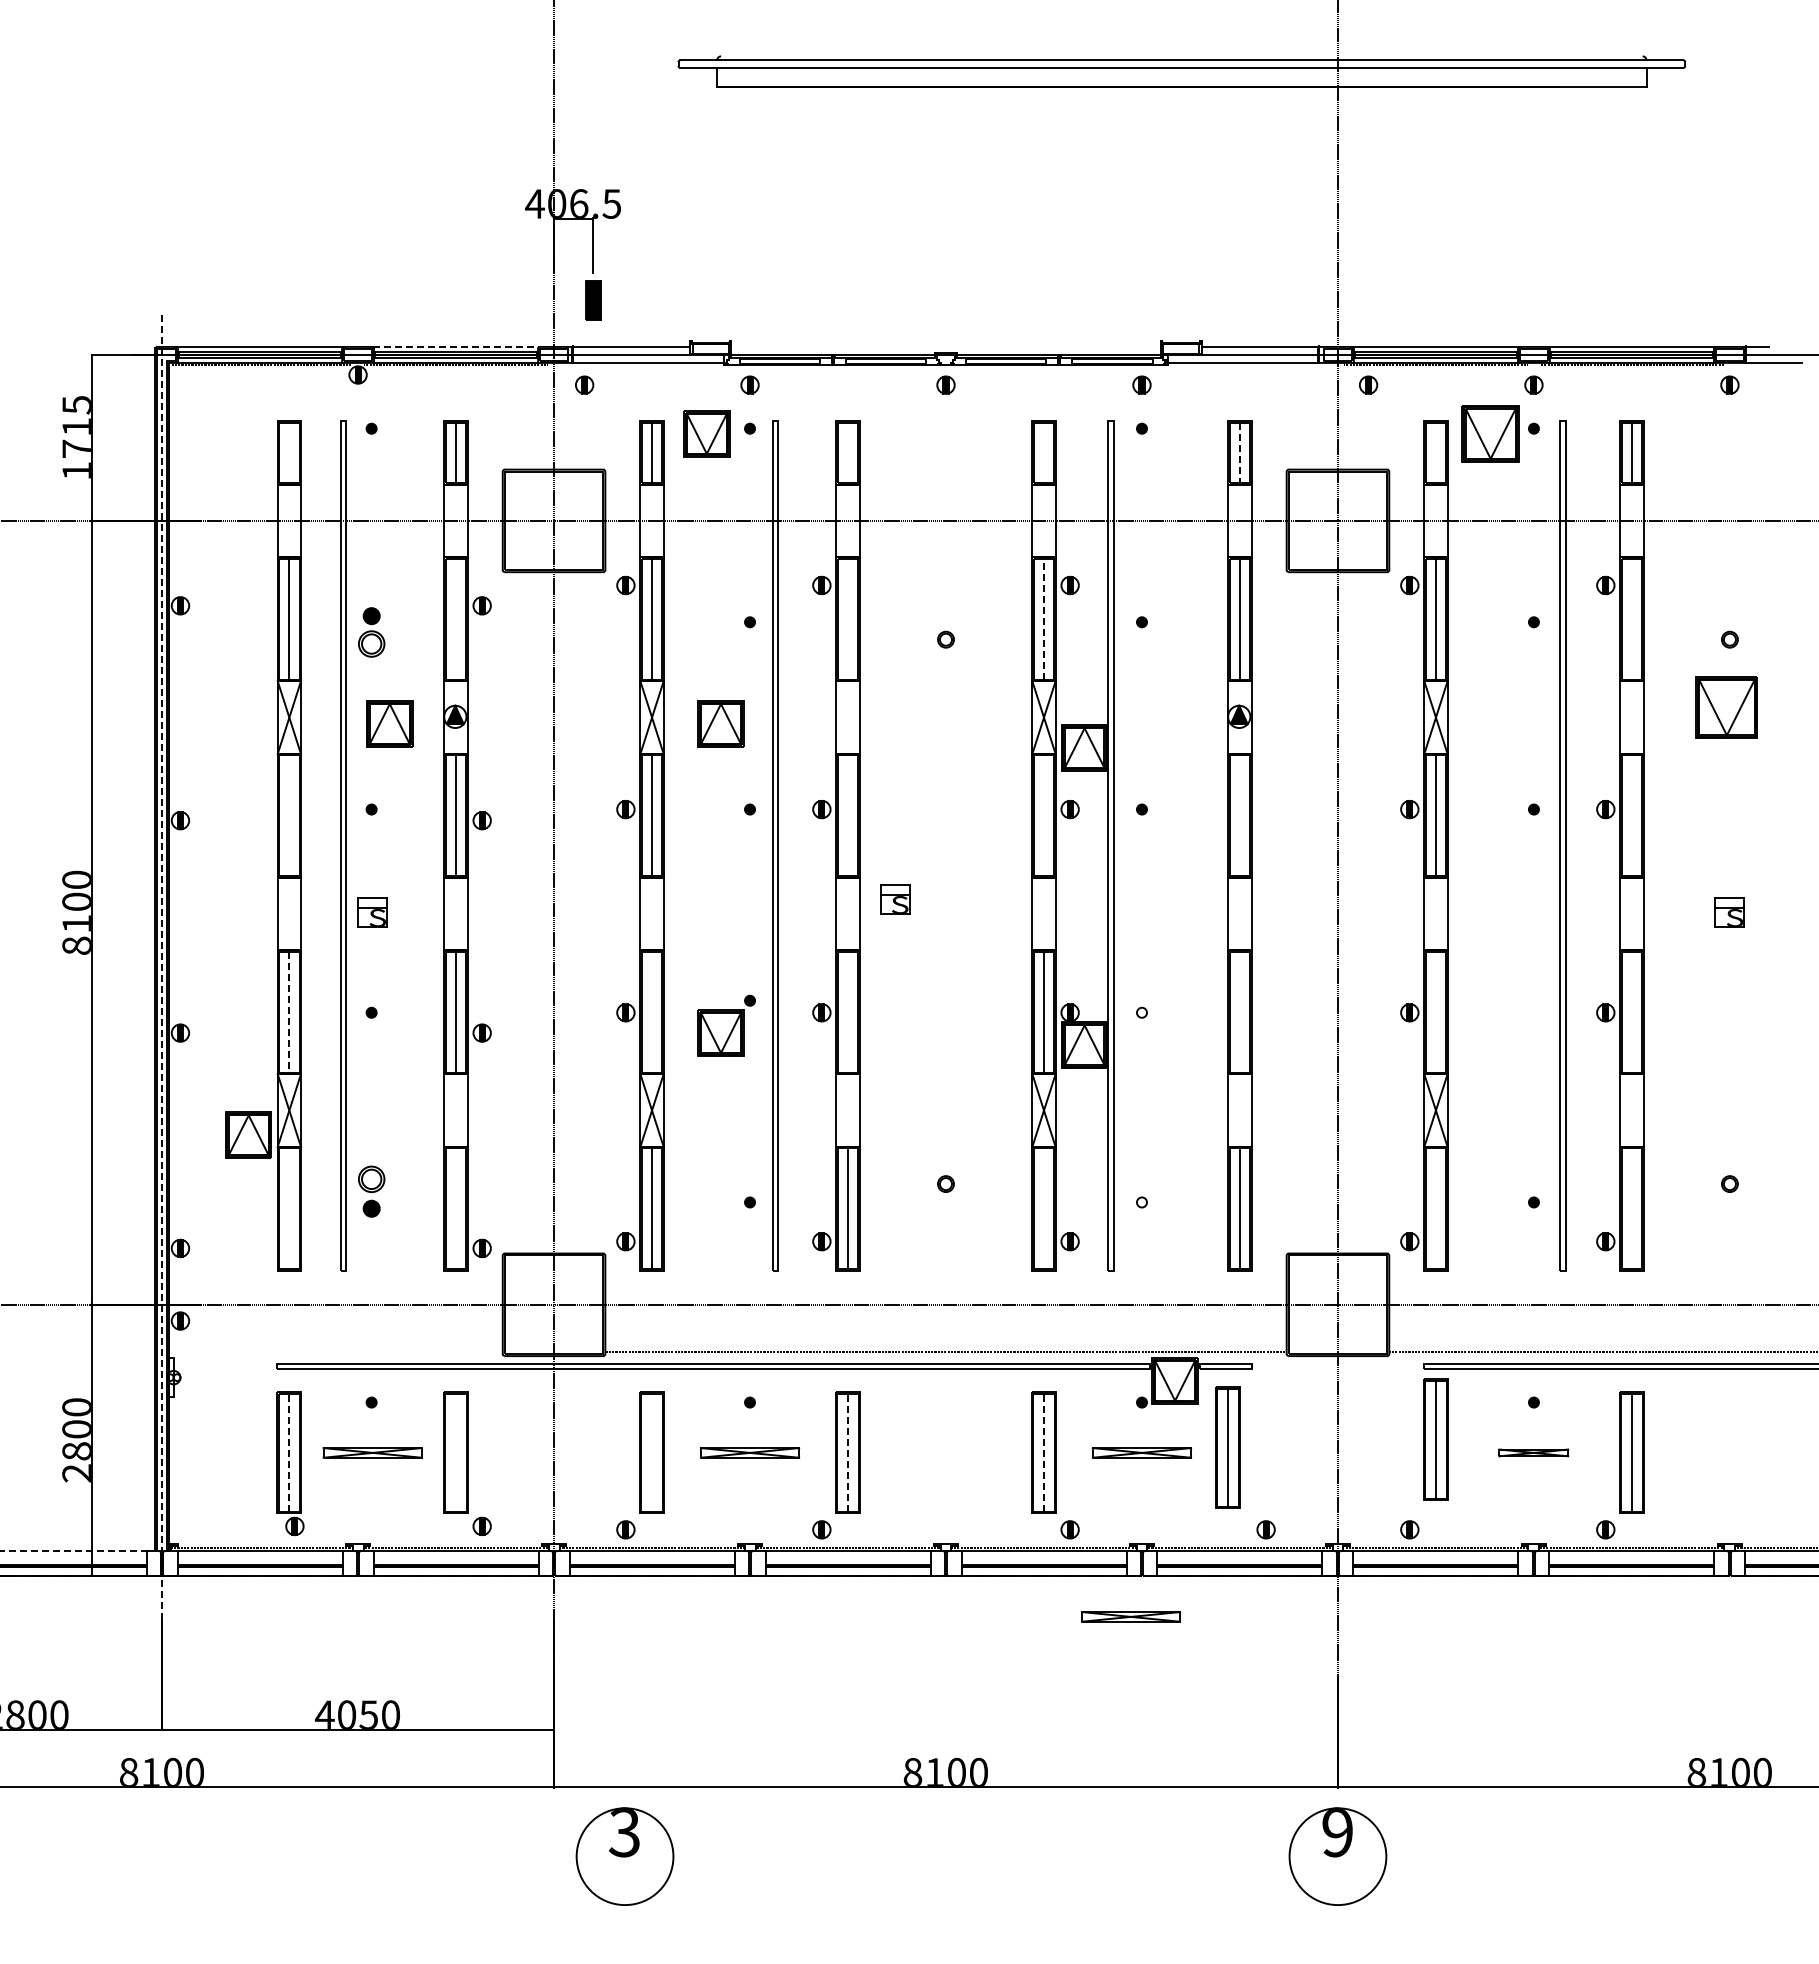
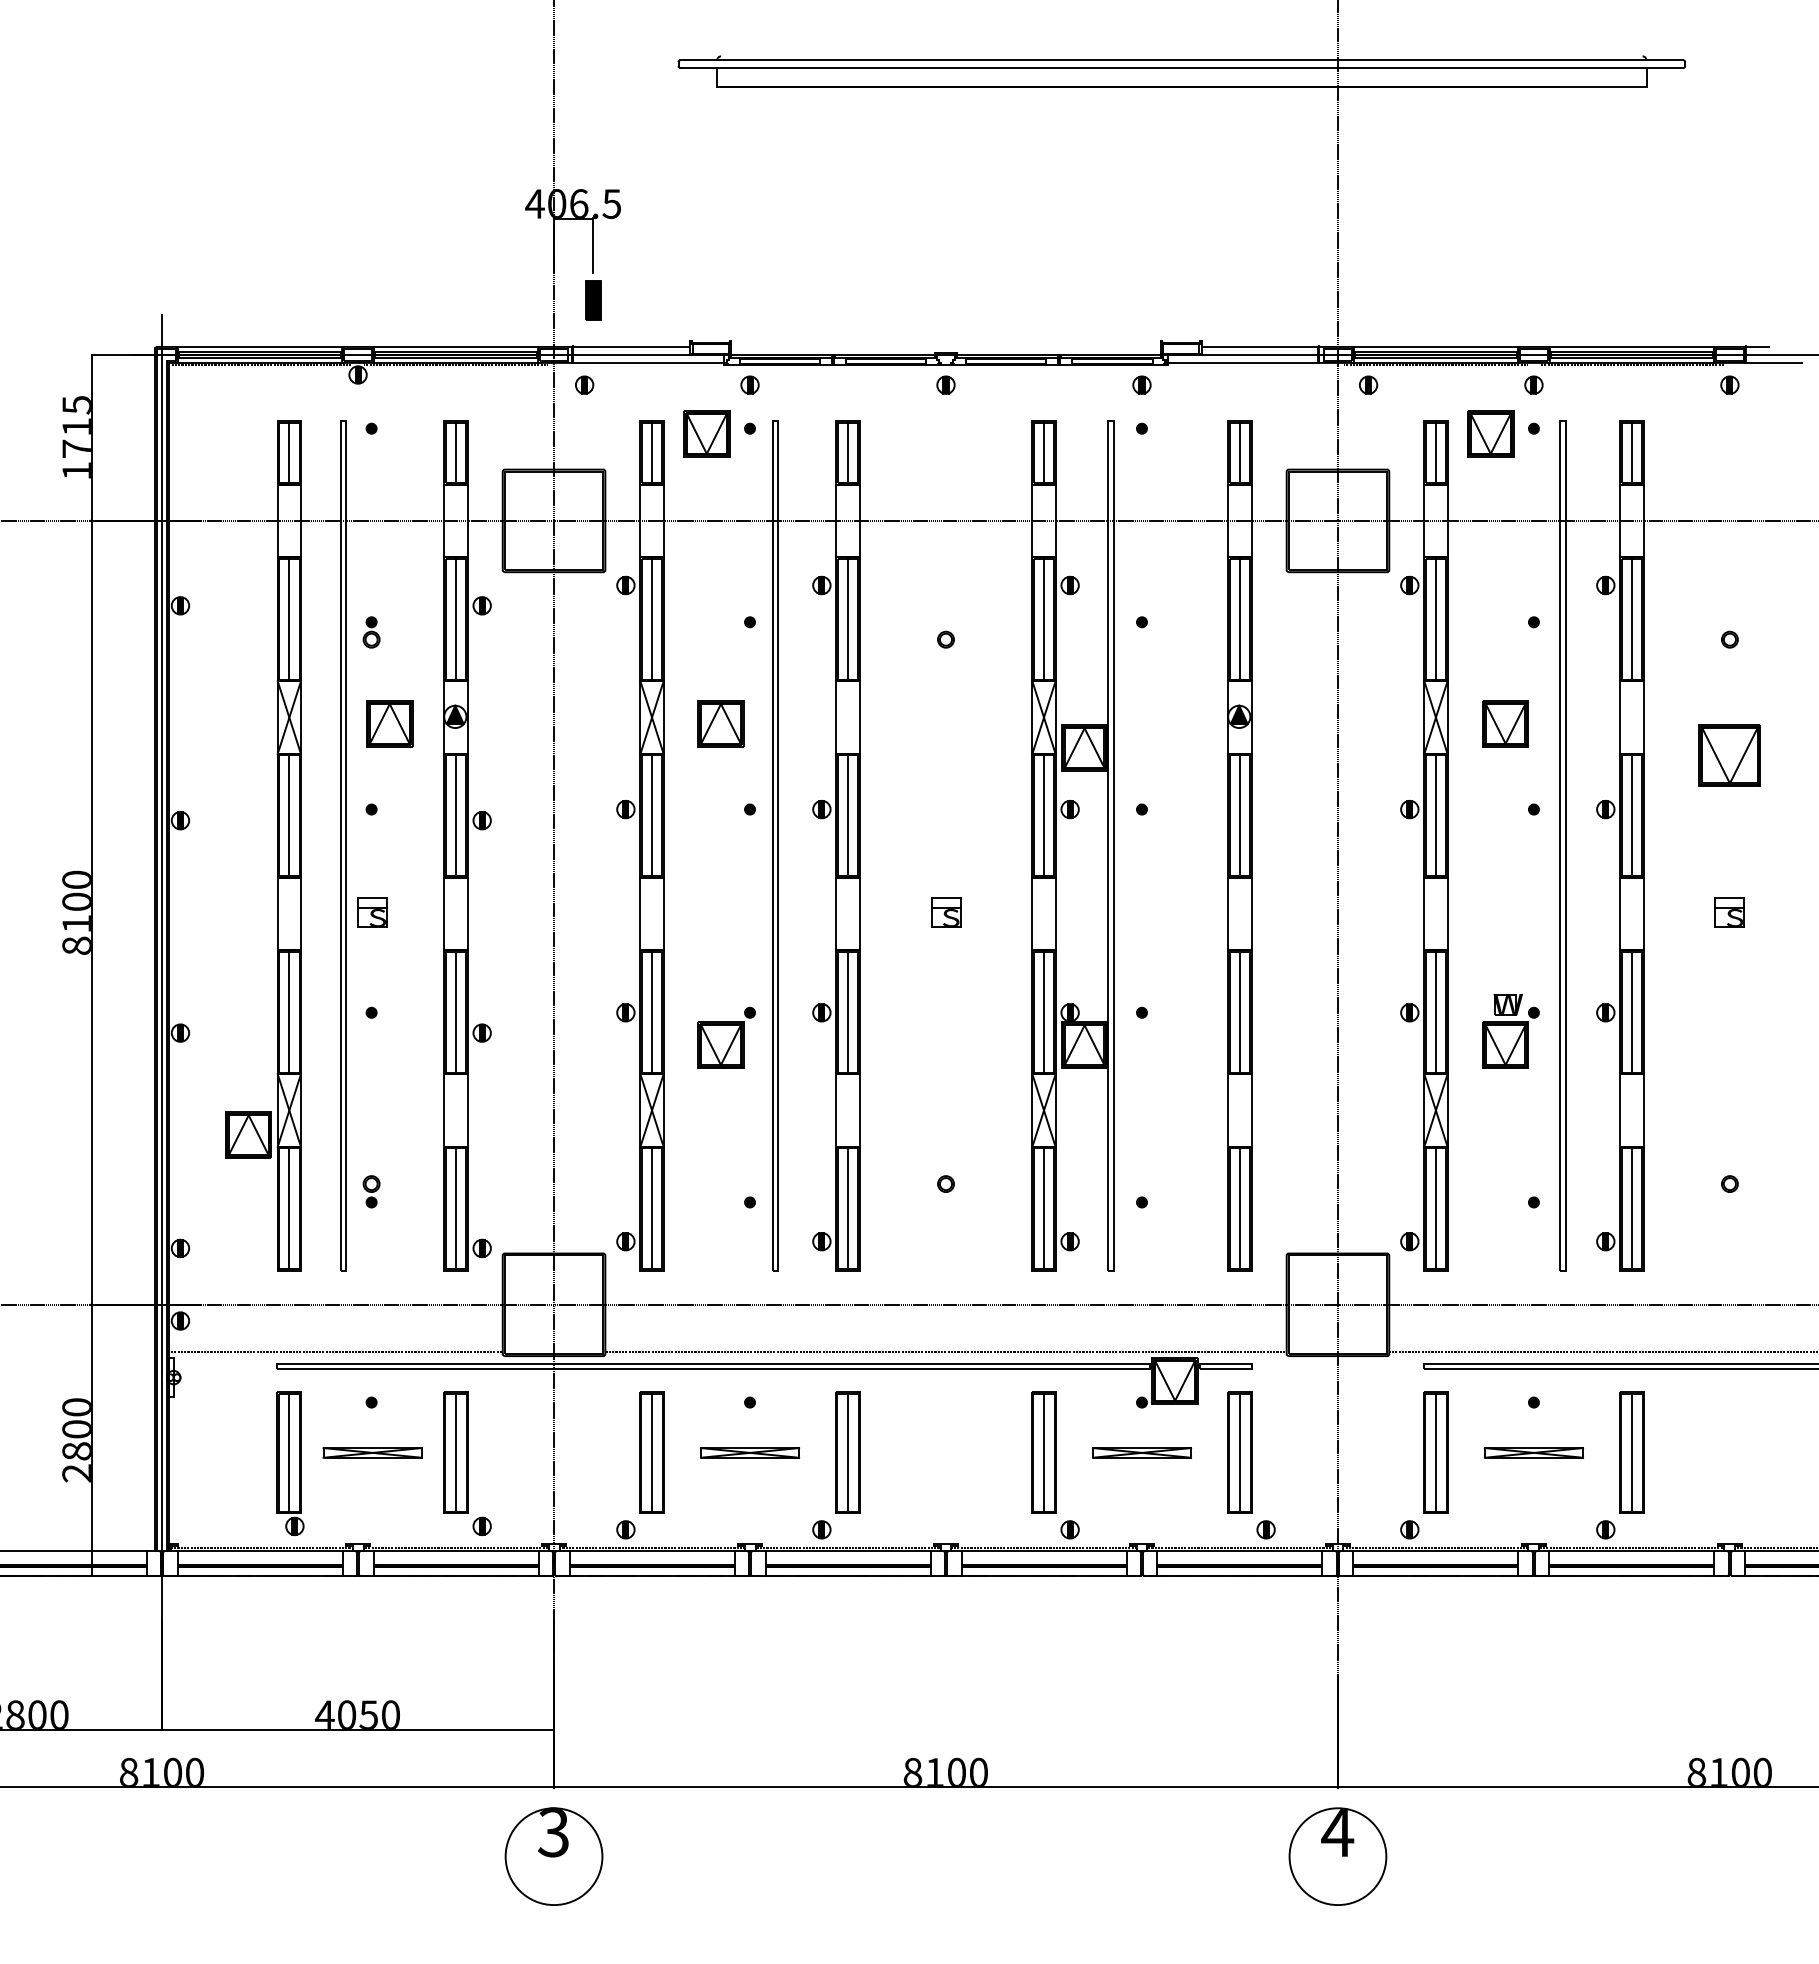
line at (456, 346): dashed -> solid
part at (1490, 433) size: 59x58 px -> 48x48 px
line at (289, 452): none -> present
line at (848, 452): none -> present
line at (1044, 452): none -> present
line at (1435, 452): none -> present
line at (1239, 453): dashed -> solid
line at (456, 618): none -> present
line at (848, 618): none -> present
line at (1044, 618): dashed -> solid
line at (1631, 618): none -> present
part at (371, 632) size: 28x51 px -> 19x33 px
part at (1726, 707) position: (1726, 707) -> (1729, 755)
part at (1505, 723): none -> present
line at (289, 815): none -> present
line at (848, 815): none -> present
line at (1044, 815): none -> present
line at (1239, 815): none -> present
line at (1631, 815): none -> present
part at (895, 899) position: (895, 899) -> (946, 912)
line at (162, 997): dashed -> solid
line at (652, 1011): none -> present
line at (848, 1011): none -> present
line at (1239, 1011): none -> present
line at (1435, 1011): none -> present
line at (1631, 1011): none -> present
line at (289, 1012): dashed -> solid
fill at (1141, 1012): none -> present
part at (726, 1025) position: (726, 1025) -> (726, 1037)
part at (1510, 1031): none -> present
part at (371, 1191) size: 28x53 px -> 19x34 px
fill at (1141, 1202): none -> present
line at (289, 1208): none -> present
line at (456, 1208): none -> present
line at (1044, 1208): none -> present
line at (1435, 1208): none -> present
line at (1631, 1208): none -> present
line at (335, 1352): none -> present
part at (1435, 1439) position: (1435, 1439) -> (1435, 1452)
part at (1227, 1447) position: (1227, 1447) -> (1239, 1452)
line at (289, 1452): dashed -> solid
line at (456, 1452): none -> present
line at (652, 1452): none -> present
line at (848, 1452): dashed -> solid
line at (1044, 1452): dashed -> solid
part at (1533, 1452) size: 72x10 px -> 101x12 px
line at (73, 1551): dashed -> solid
part at (1131, 1616): present -> none
text at (1337, 1832): 9 -> 4
part at (624, 1856) position: (624, 1856) -> (553, 1856)
